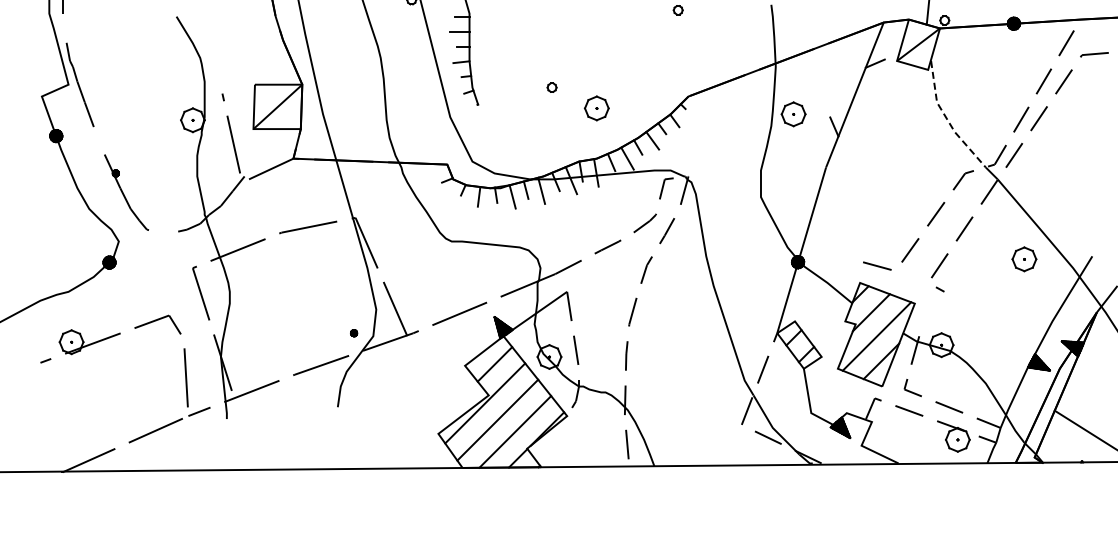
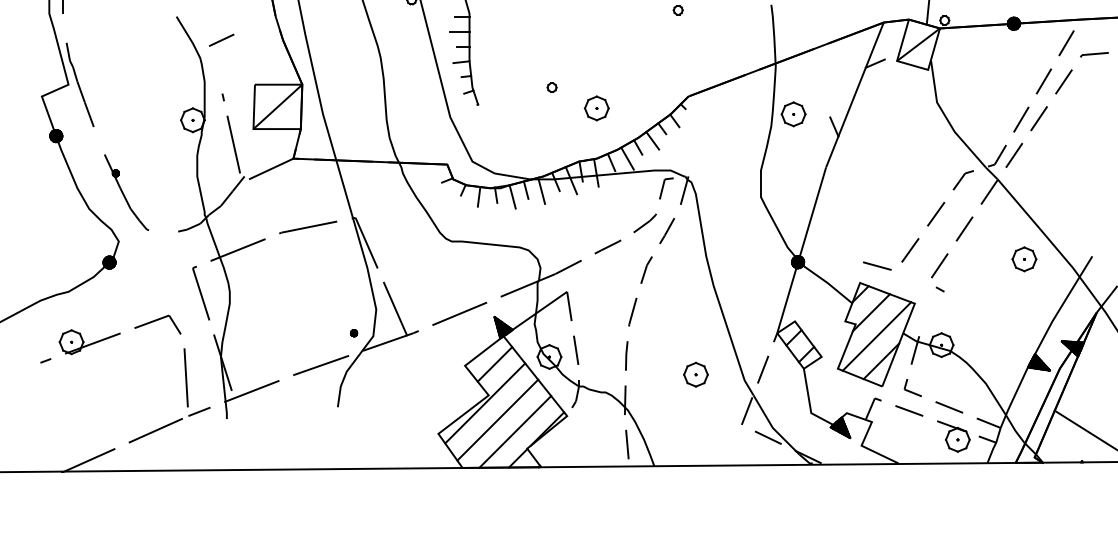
line at (221, 39): none -> present
line at (947, 120): dashed -> solid
part at (695, 374): none -> present
